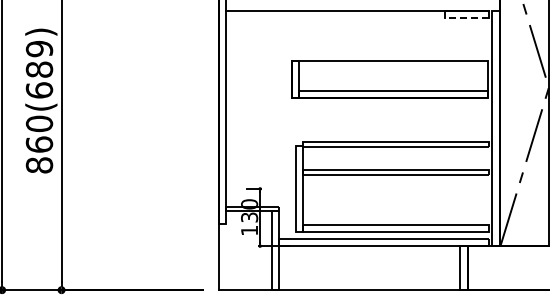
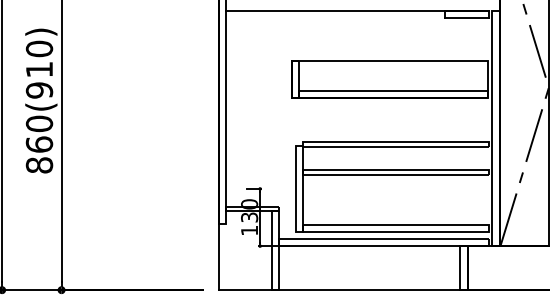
line at (466, 18): dashed -> solid
text at (39, 69): 860(689) -> 860(910)
